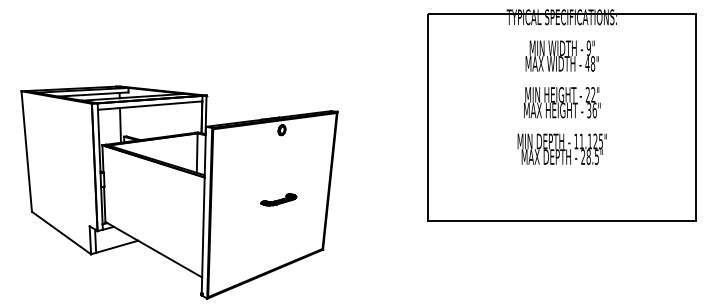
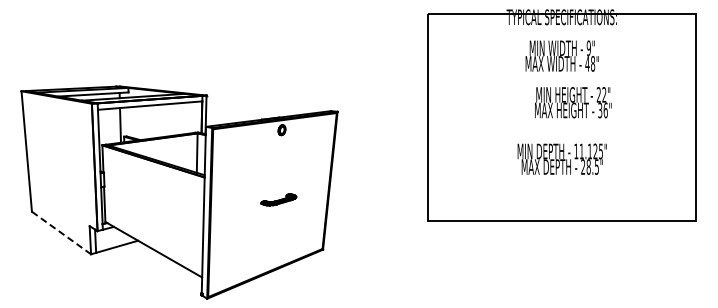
text at (562, 102) position: (562, 102) -> (573, 102)
text at (561, 148) position: (561, 148) -> (561, 158)
line at (61, 233): solid -> dashed
